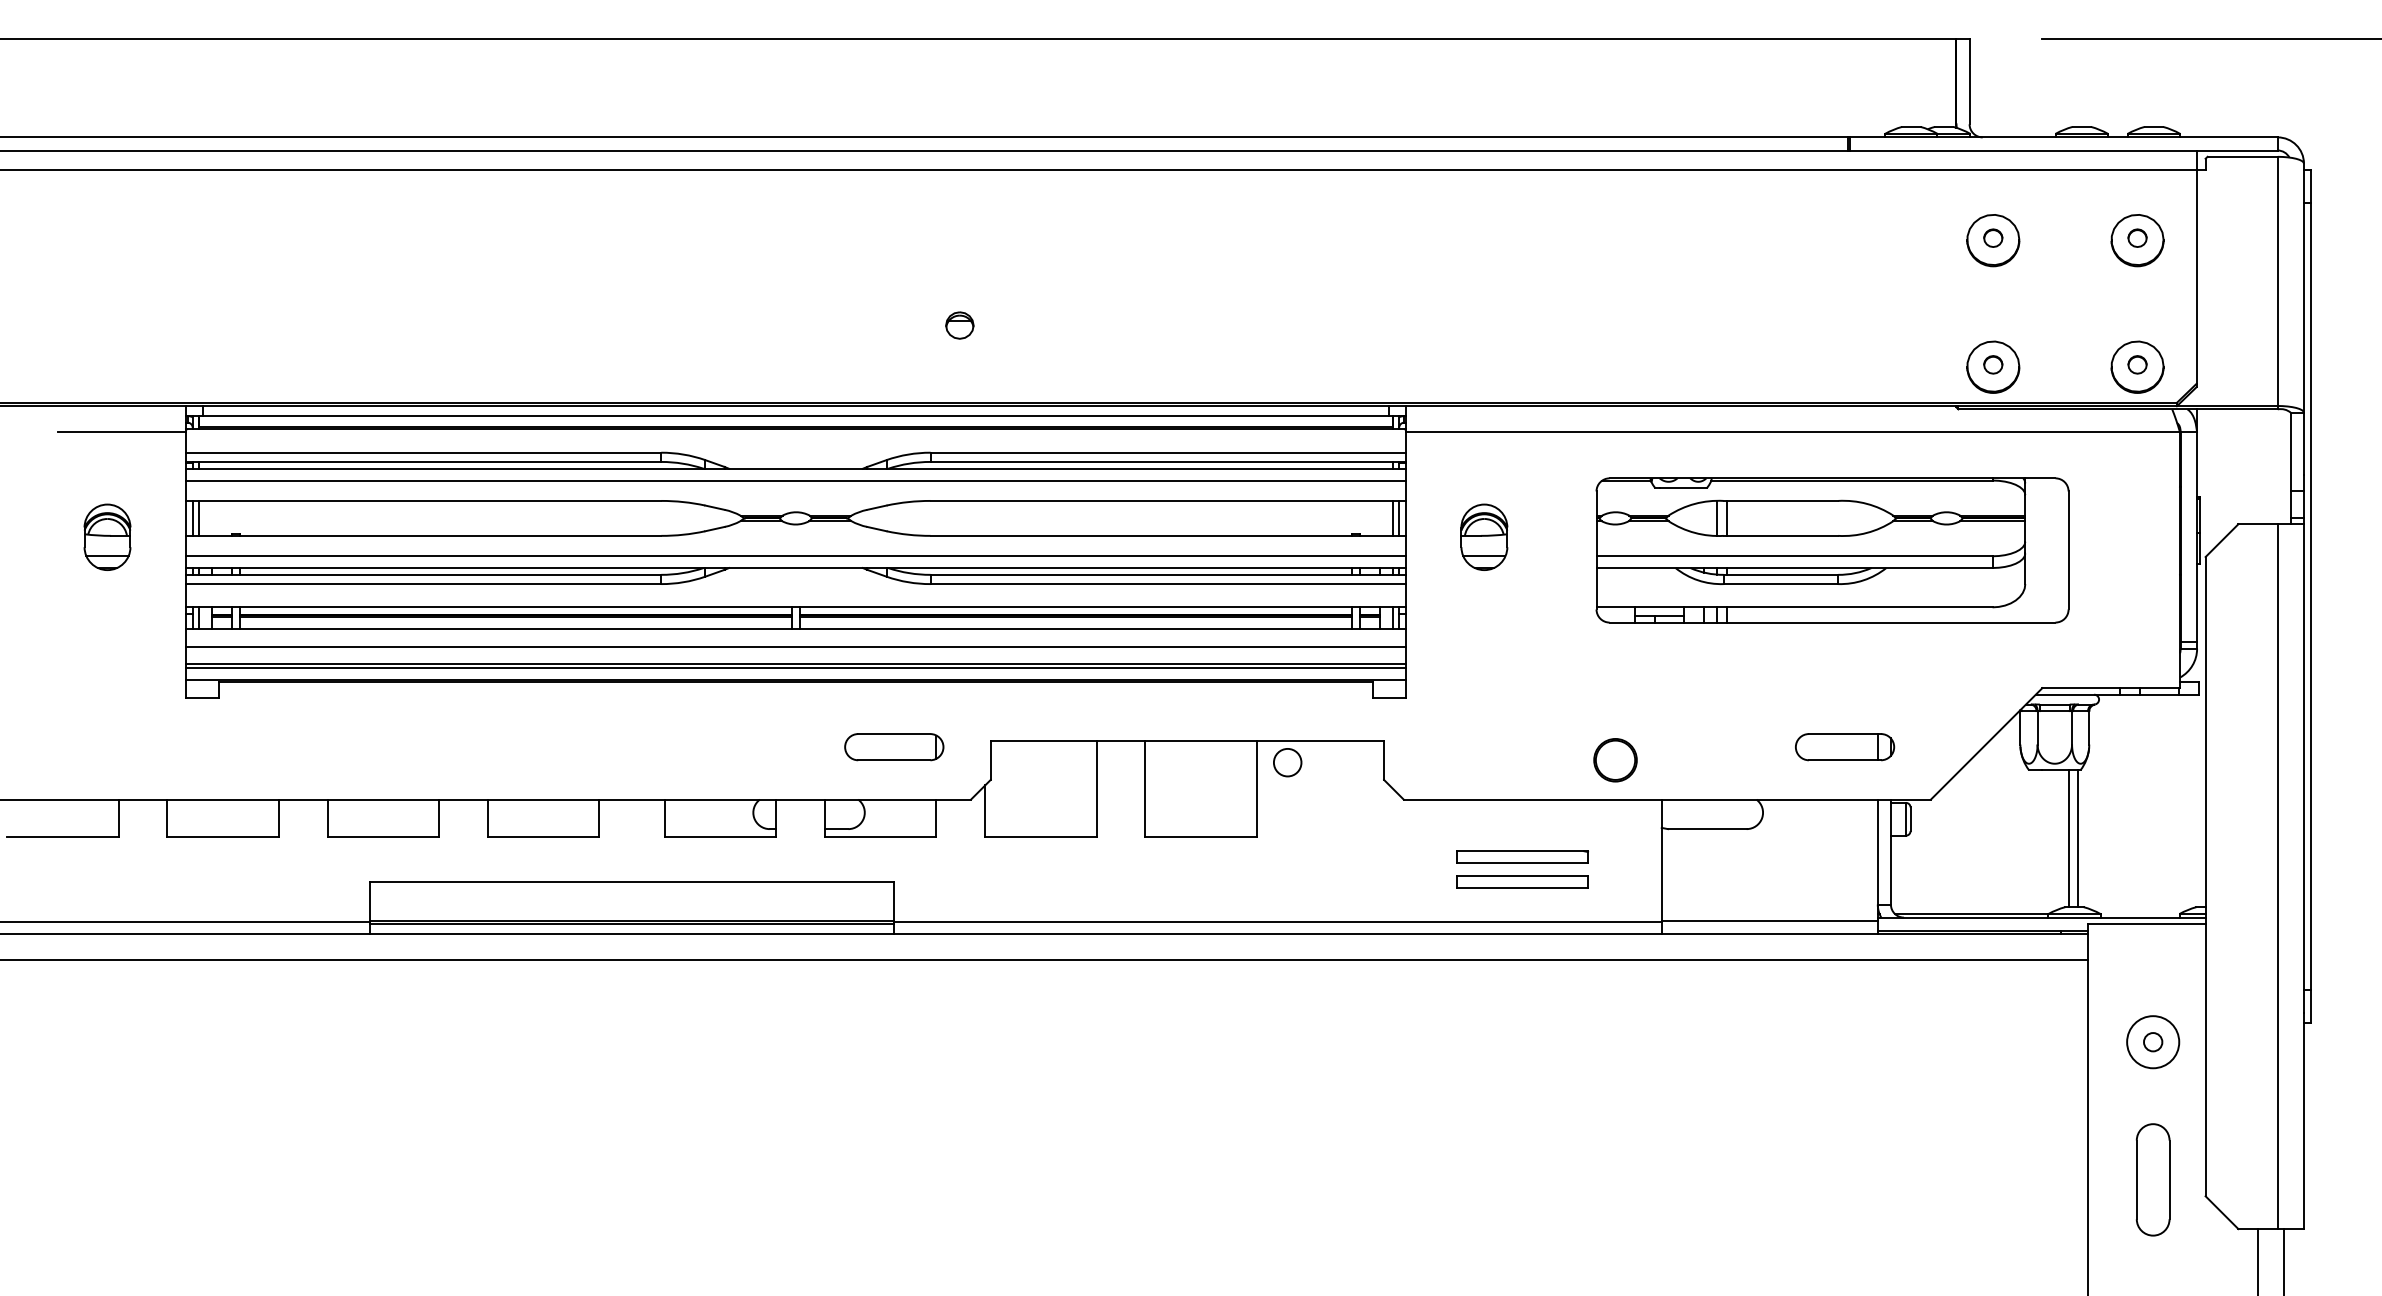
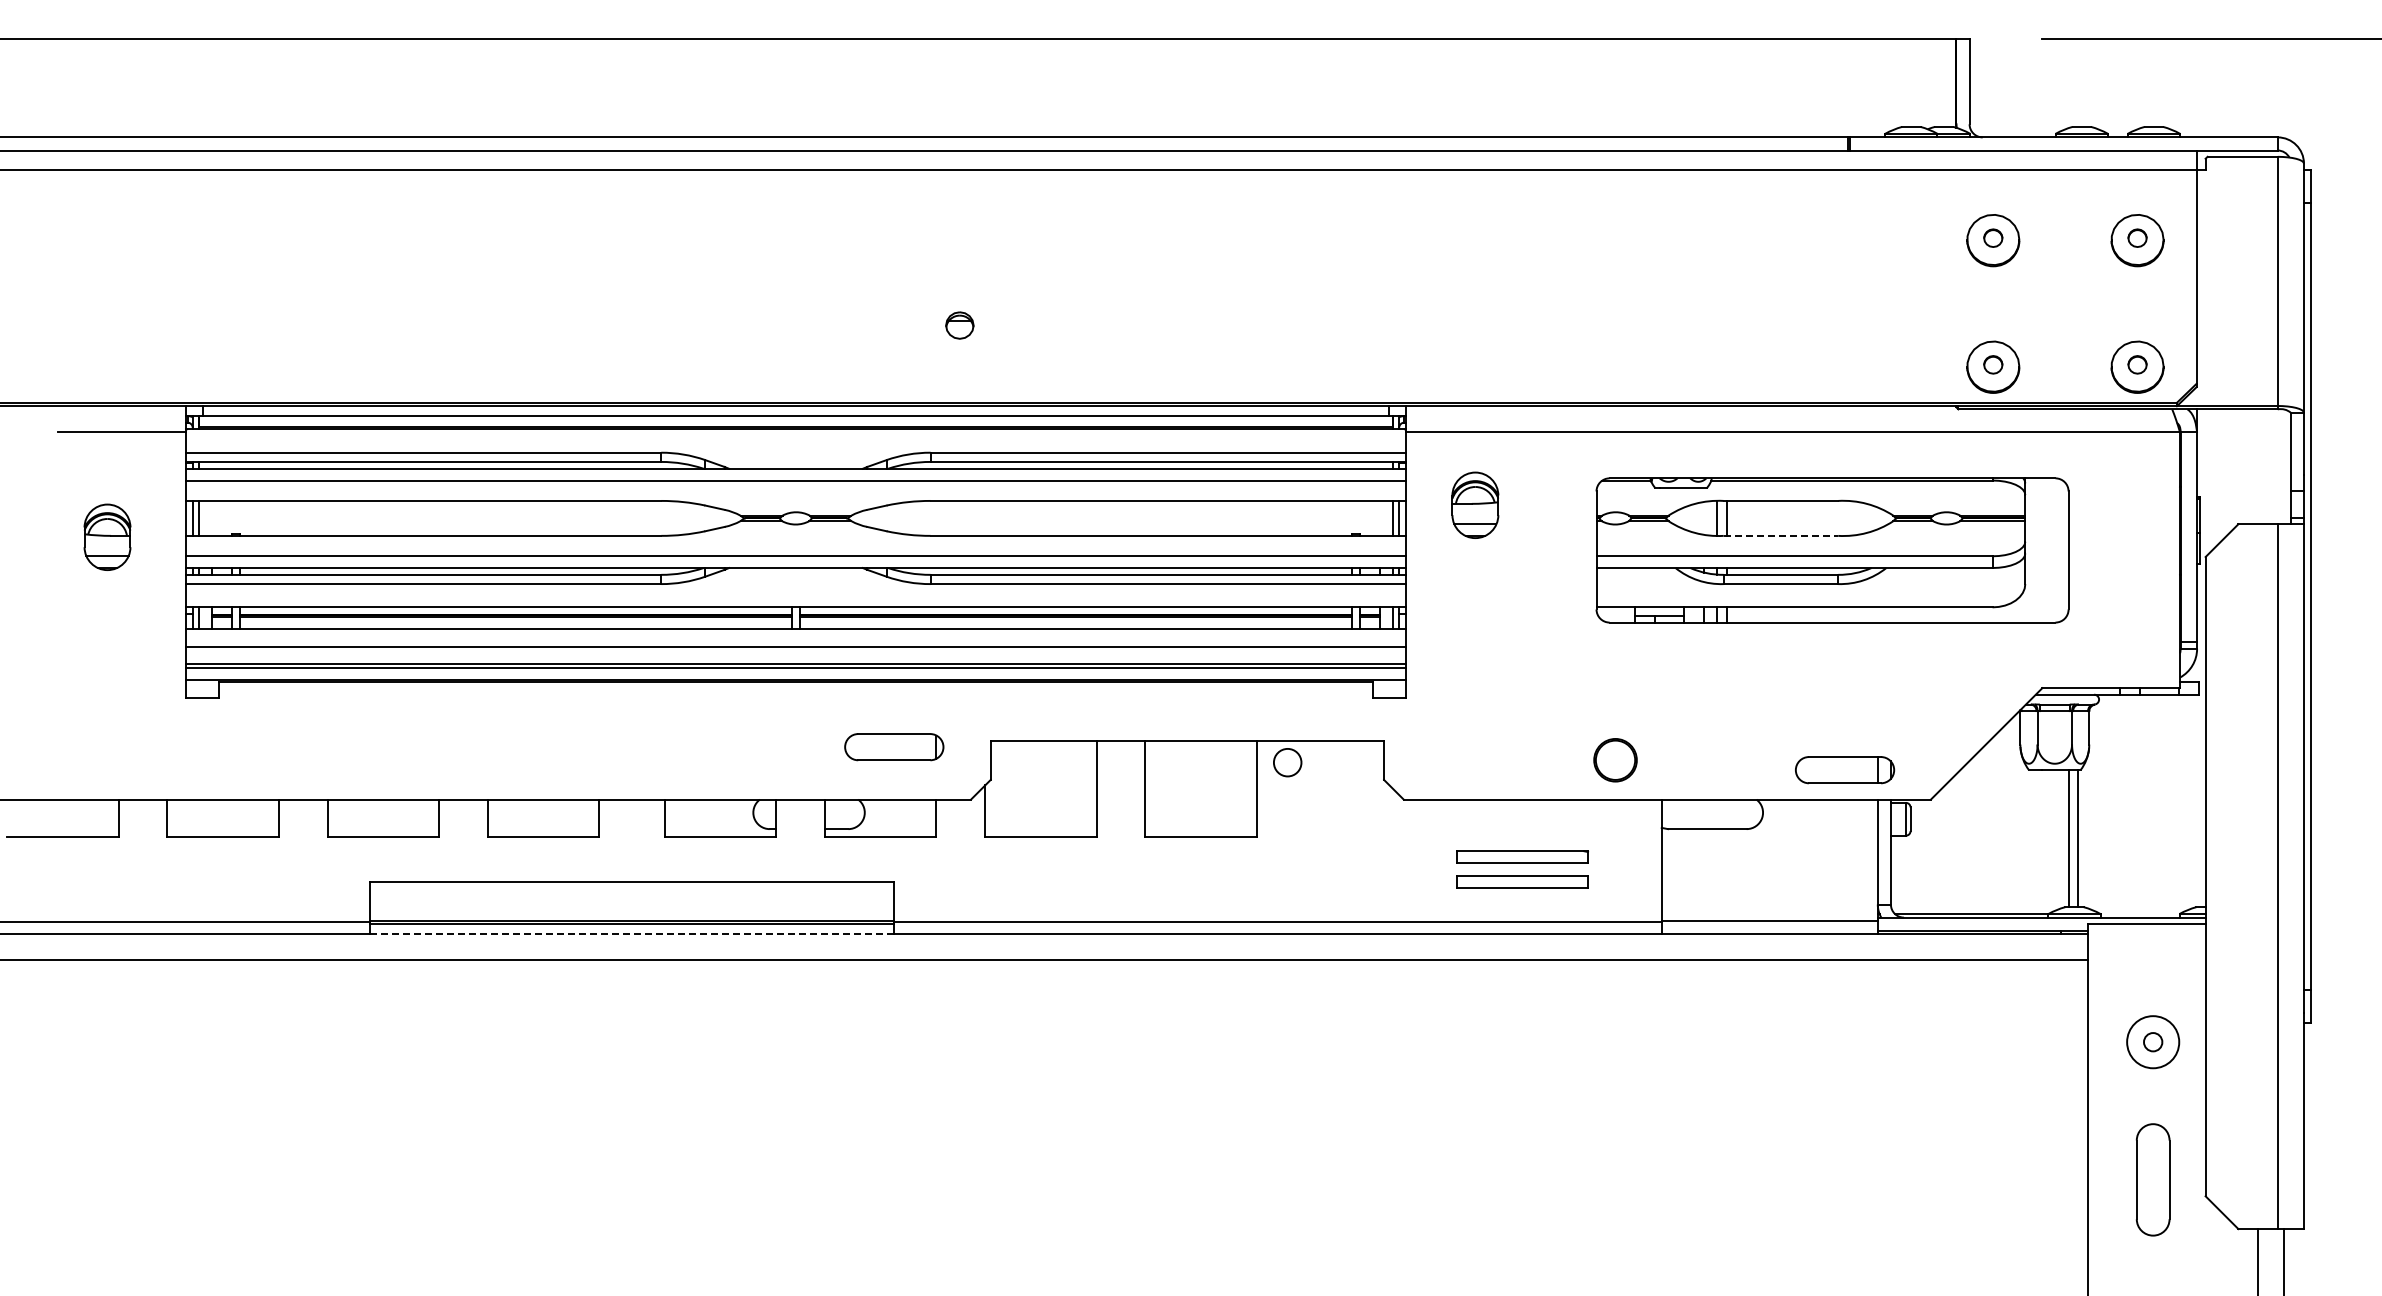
line at (1781, 535): solid -> dashed
part at (1484, 536) position: (1484, 536) -> (1475, 504)
part at (1845, 747) position: (1845, 747) -> (1845, 770)
line at (632, 934): solid -> dashed
